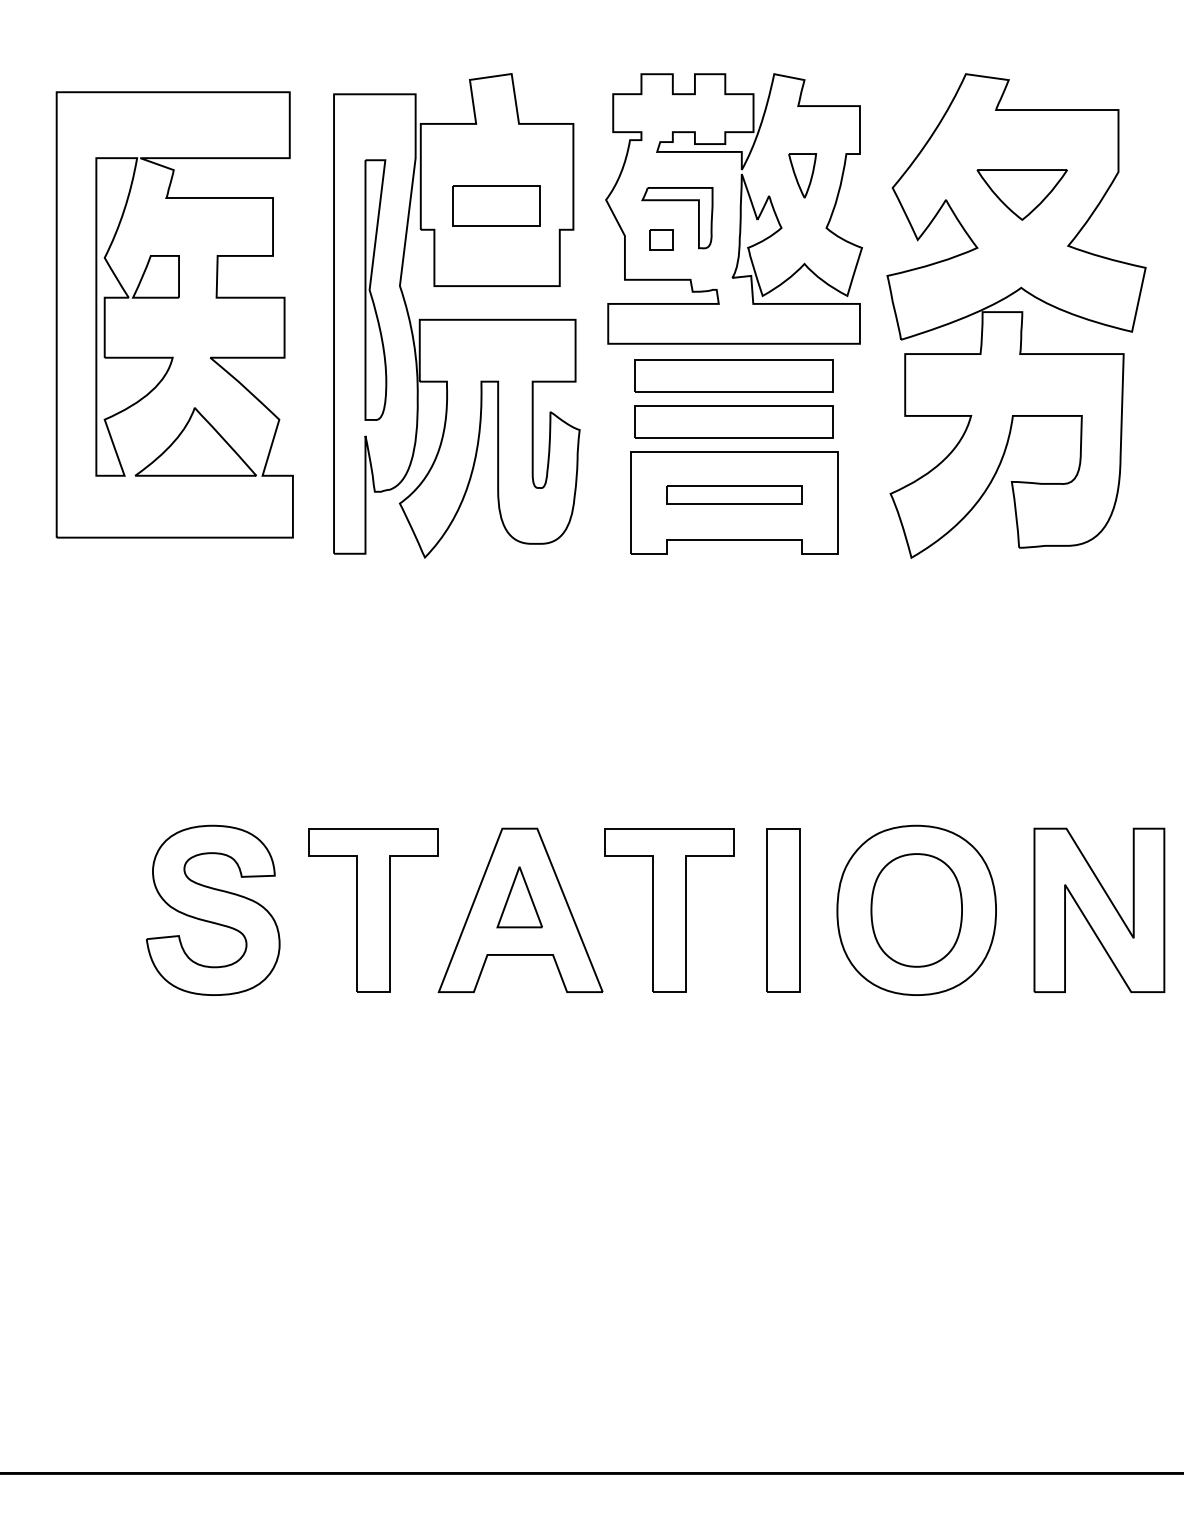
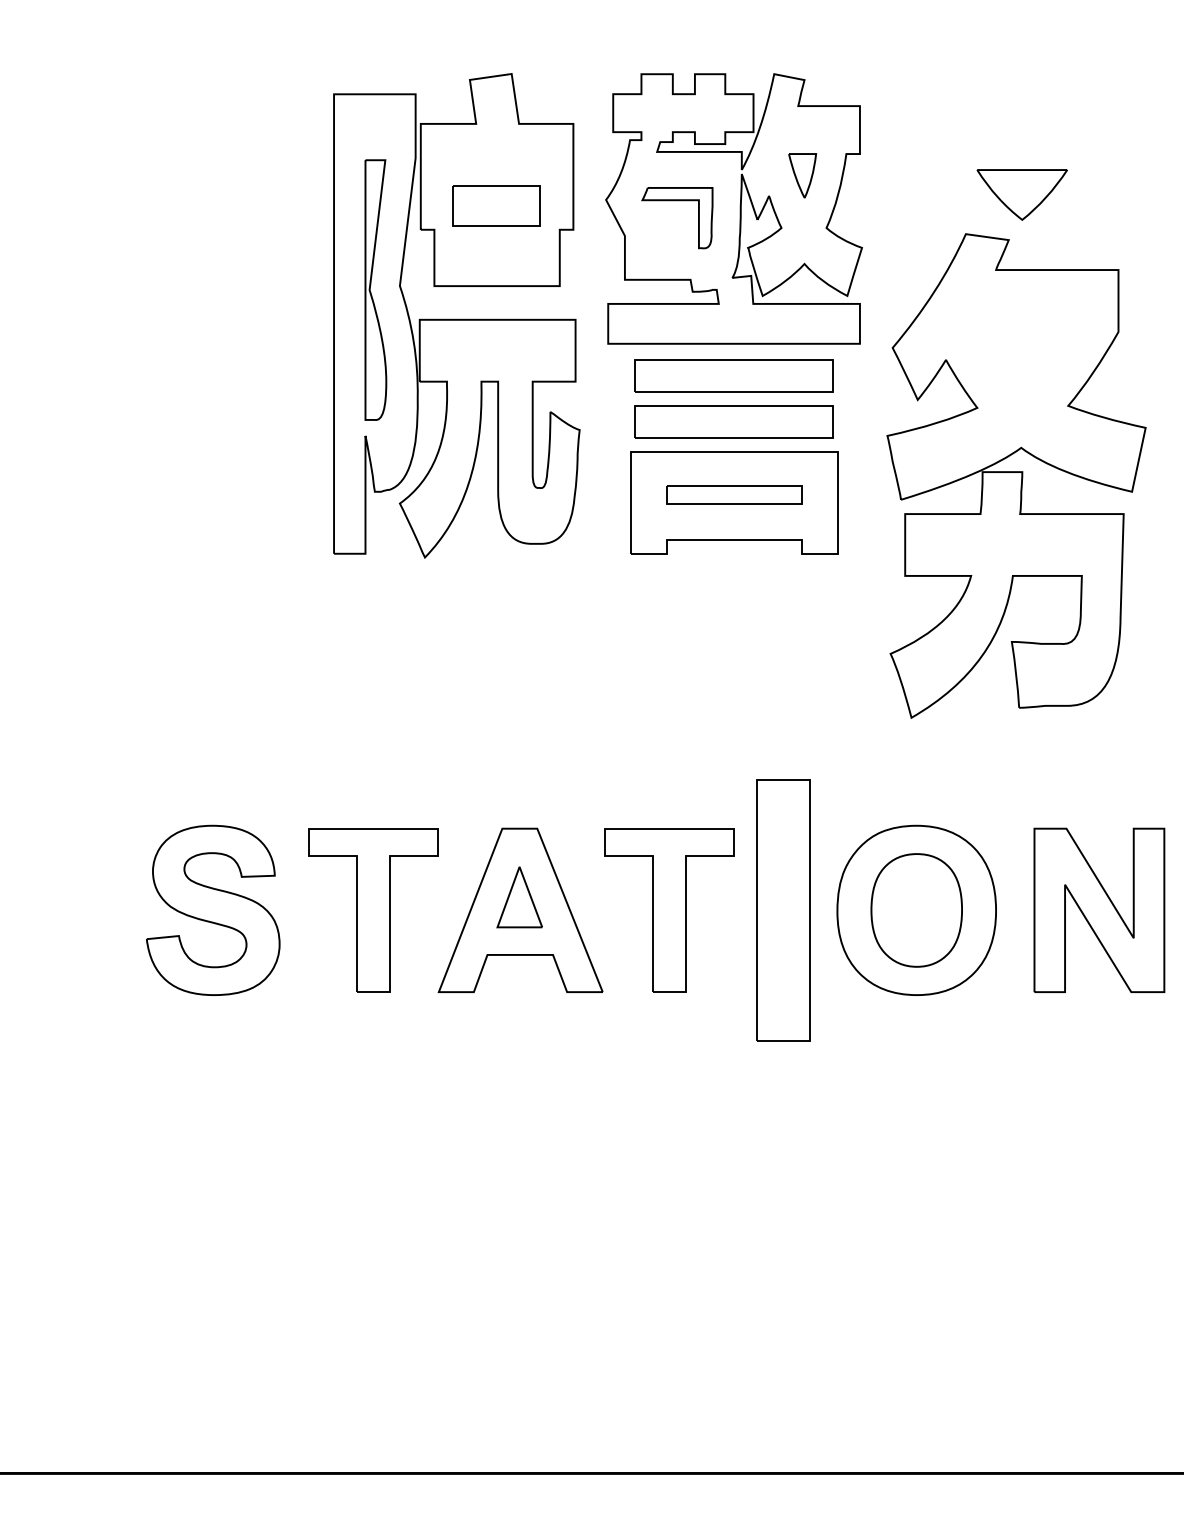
part at (661, 239): present -> none
part at (174, 314): present -> none
part at (1016, 315) position: (1016, 315) -> (1016, 475)
part at (783, 910) size: 35x165 px -> 55x263 px
